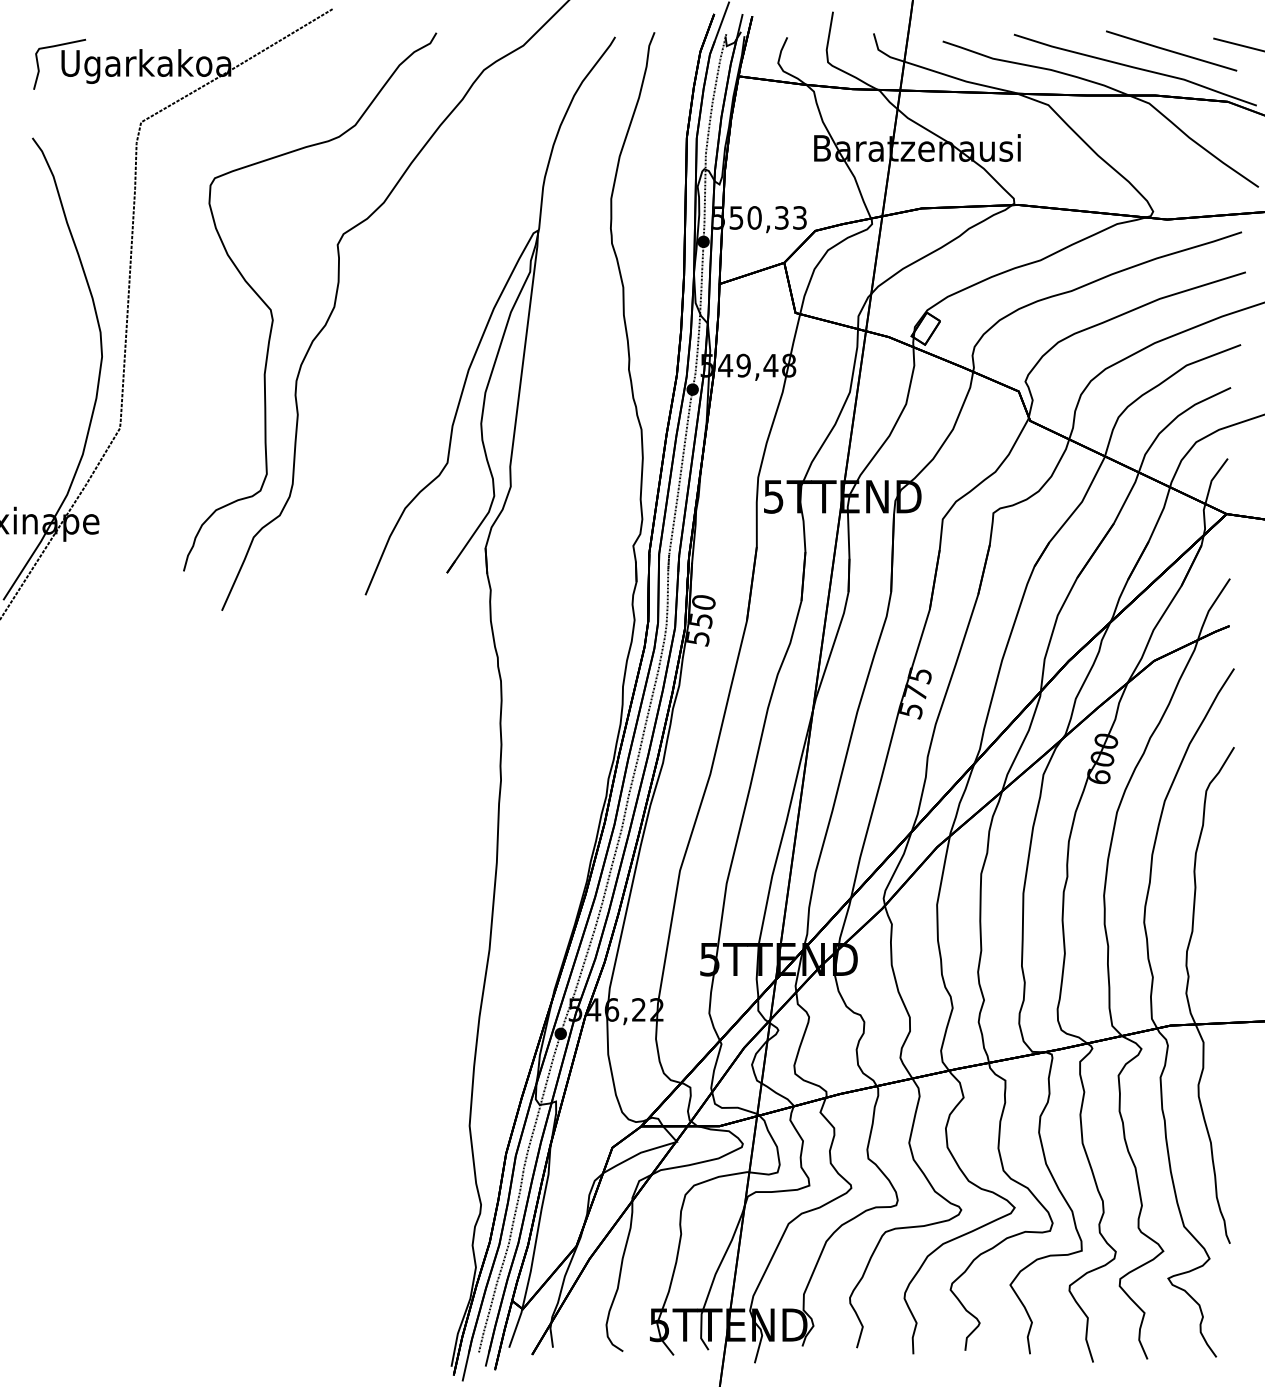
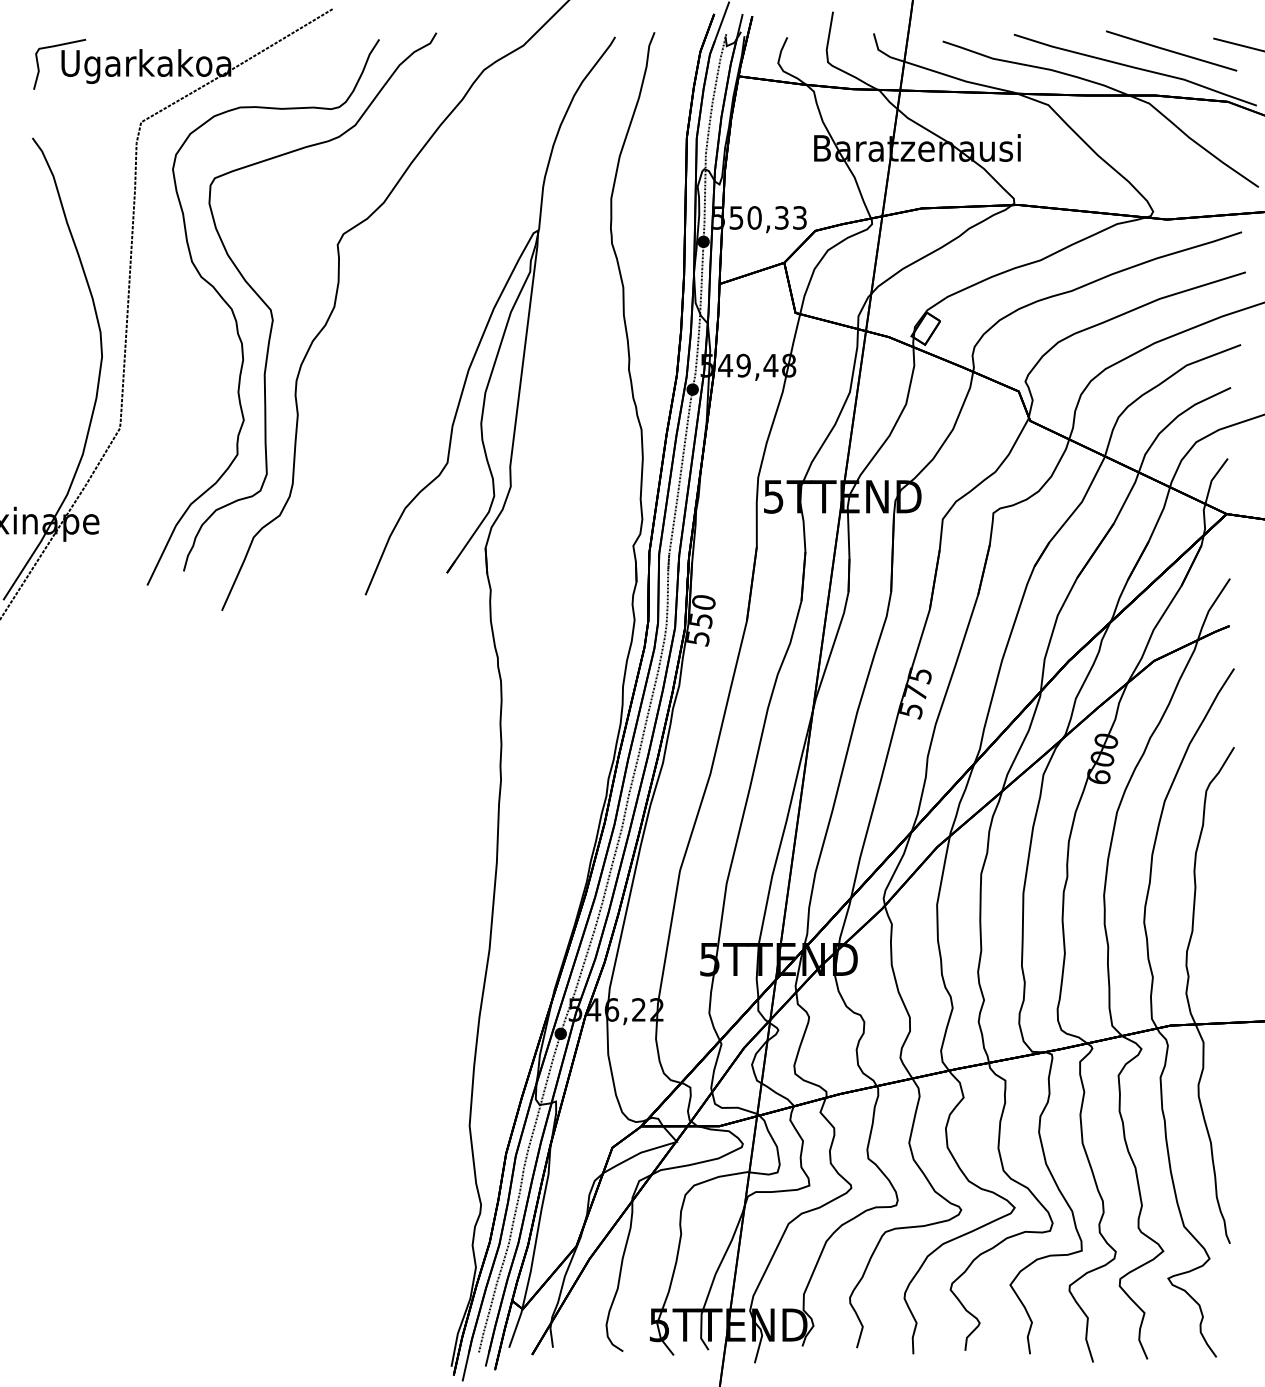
curve at (237, 321): none -> present
